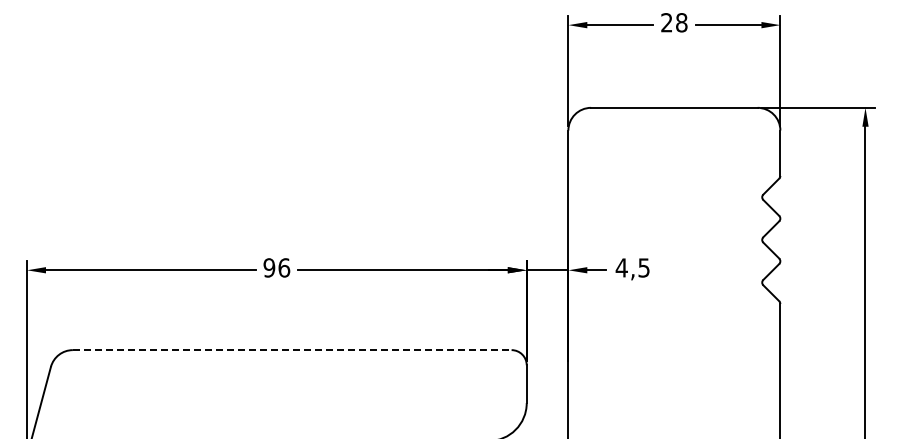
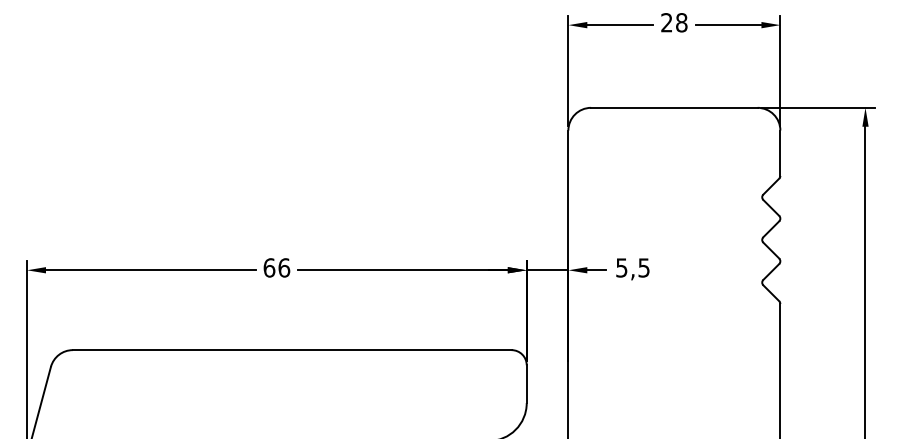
text at (269, 267): 96 -> 66
text at (621, 267): 4,5 -> 5,5
line at (292, 350): dashed -> solid
